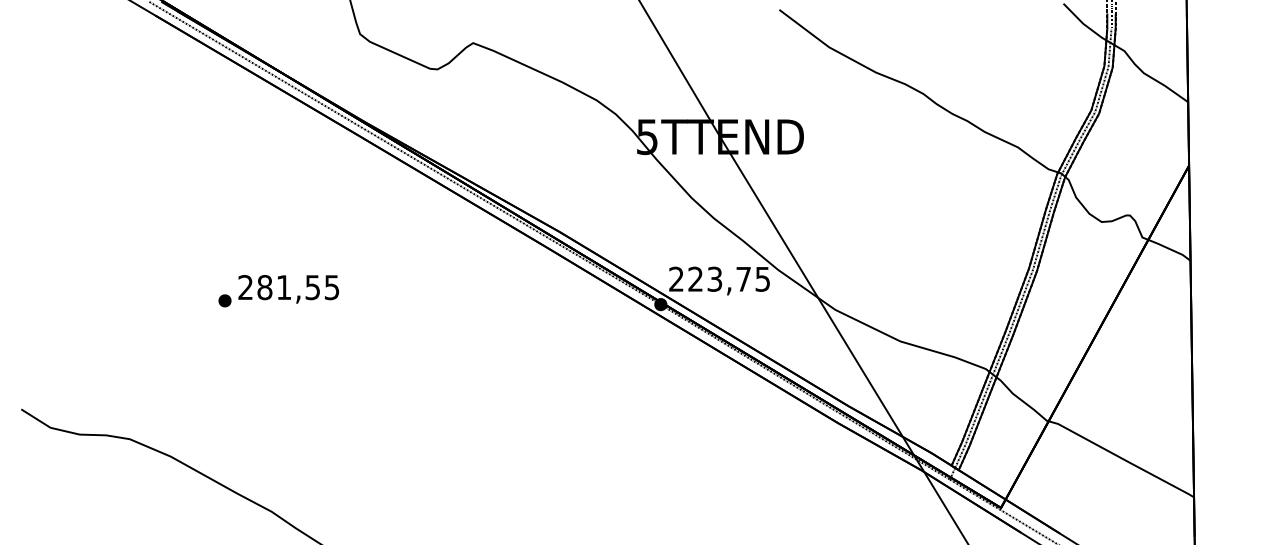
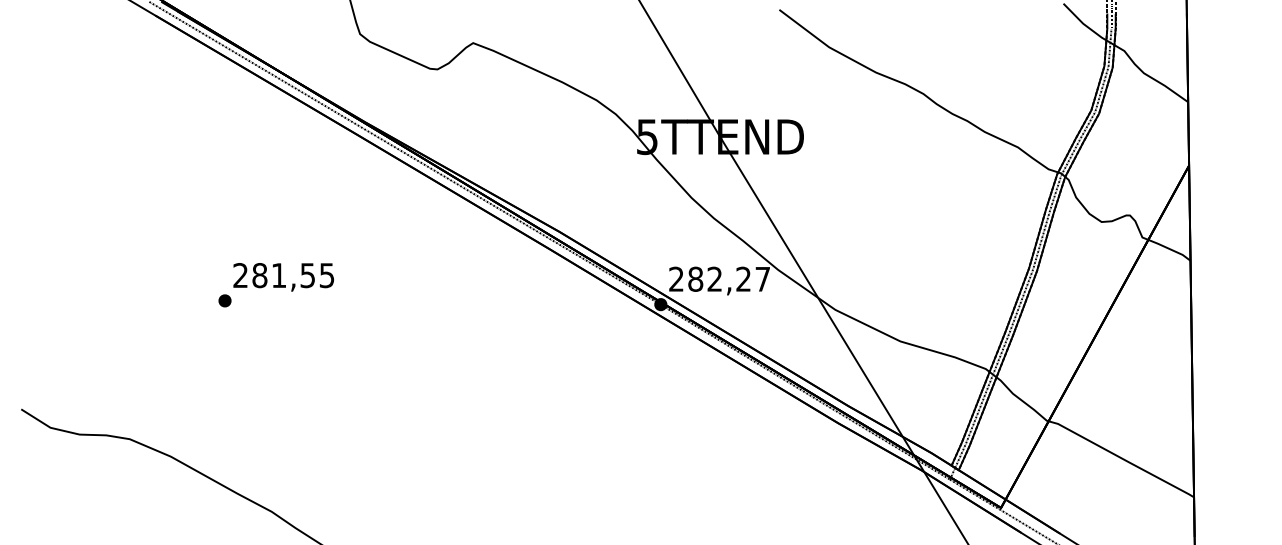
text at (728, 278): 223,75 -> 282,27
text at (288, 289) position: (288, 289) -> (283, 277)
